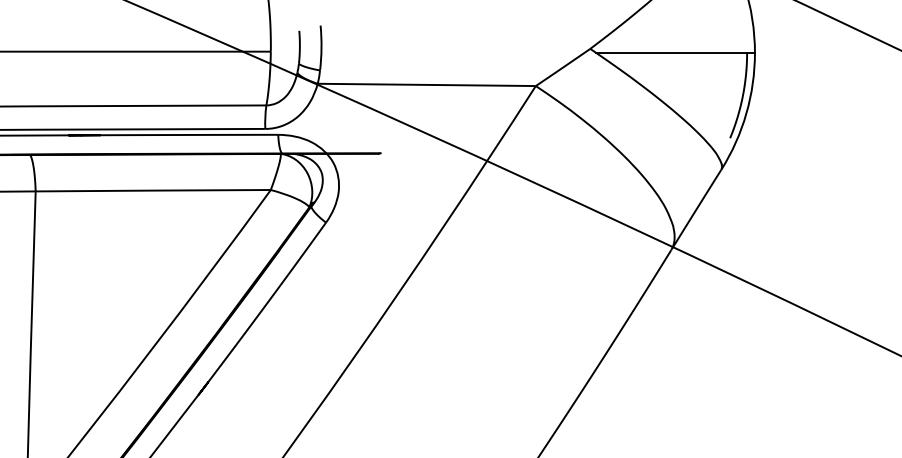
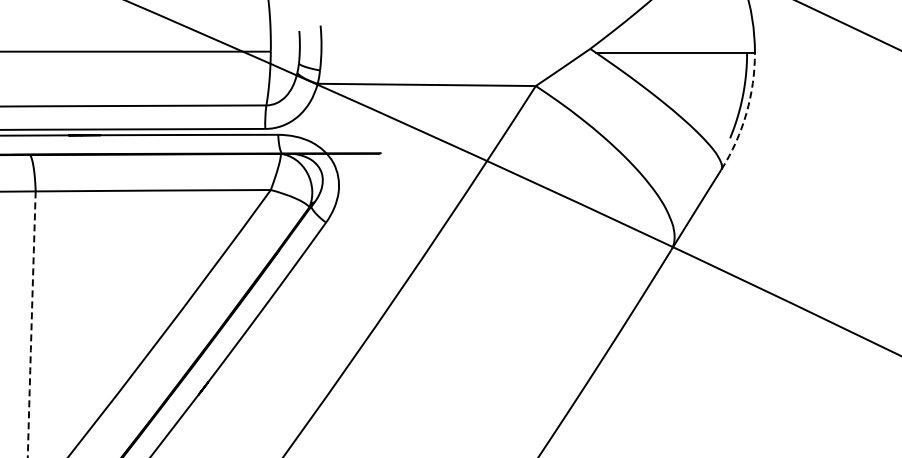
arc at (746, 113): solid -> dashed
arc at (31, 324): solid -> dashed
